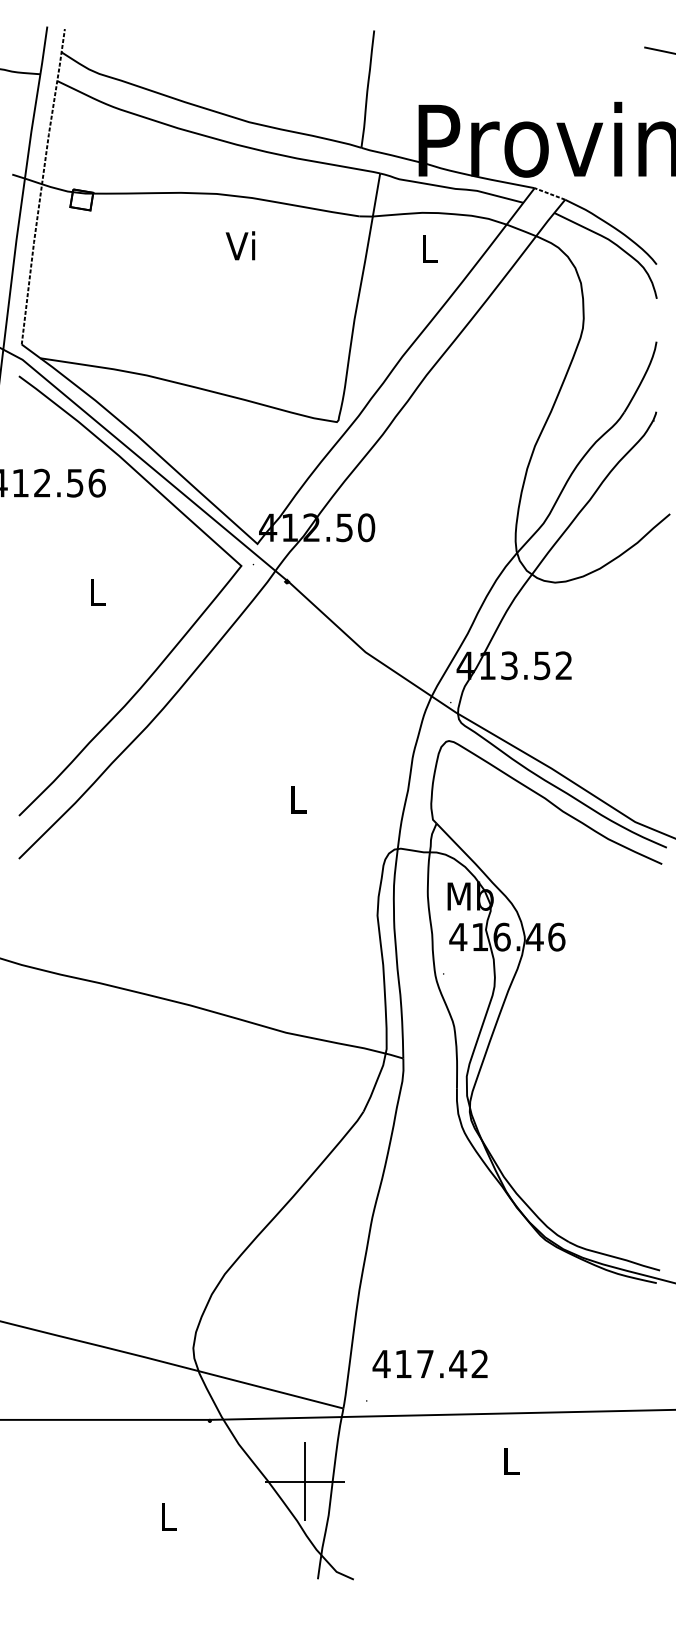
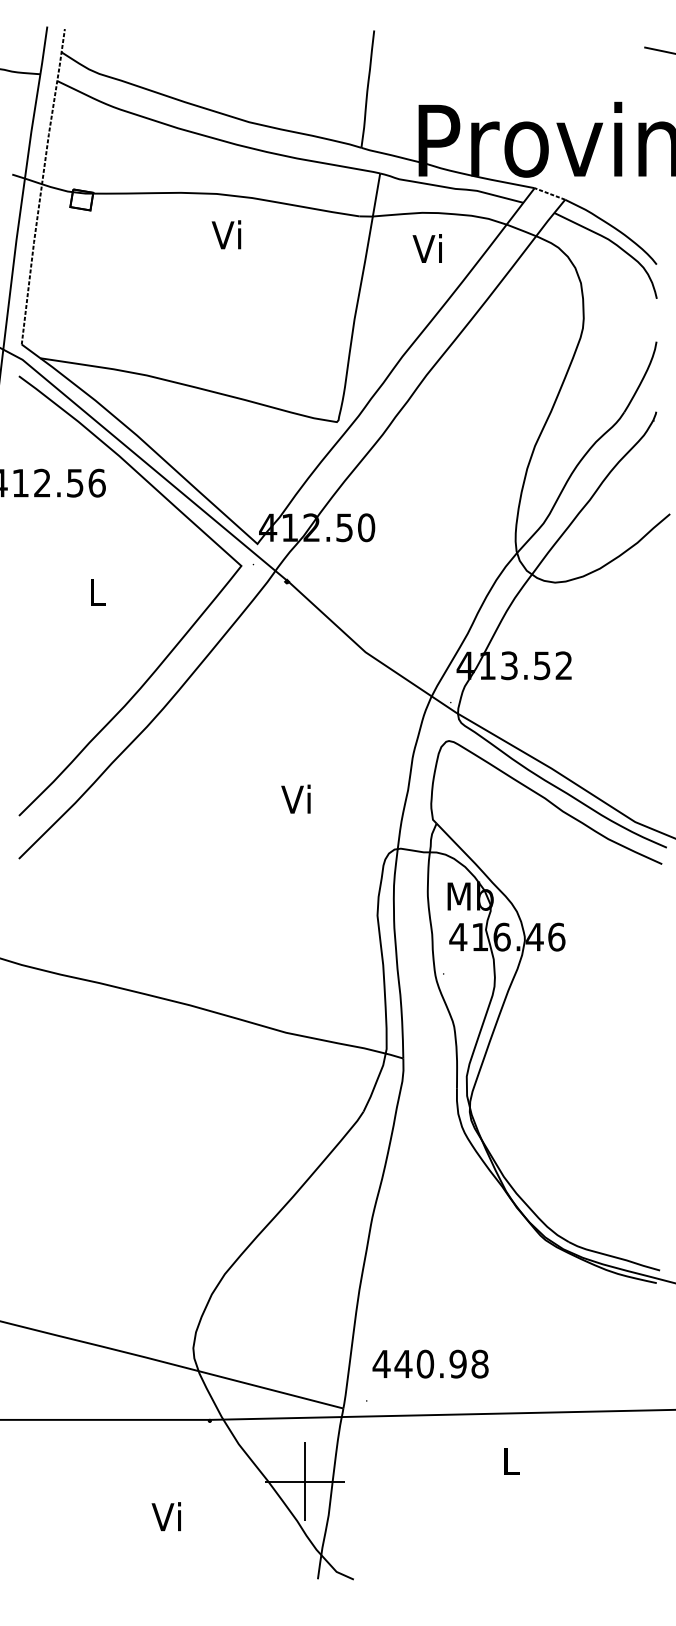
text at (240, 245) position: (240, 245) -> (226, 234)
text at (426, 248): L -> Vi
text at (295, 798): L -> Vi
text at (441, 1363): 417.42 -> 440.98
text at (165, 1516): L -> Vi
